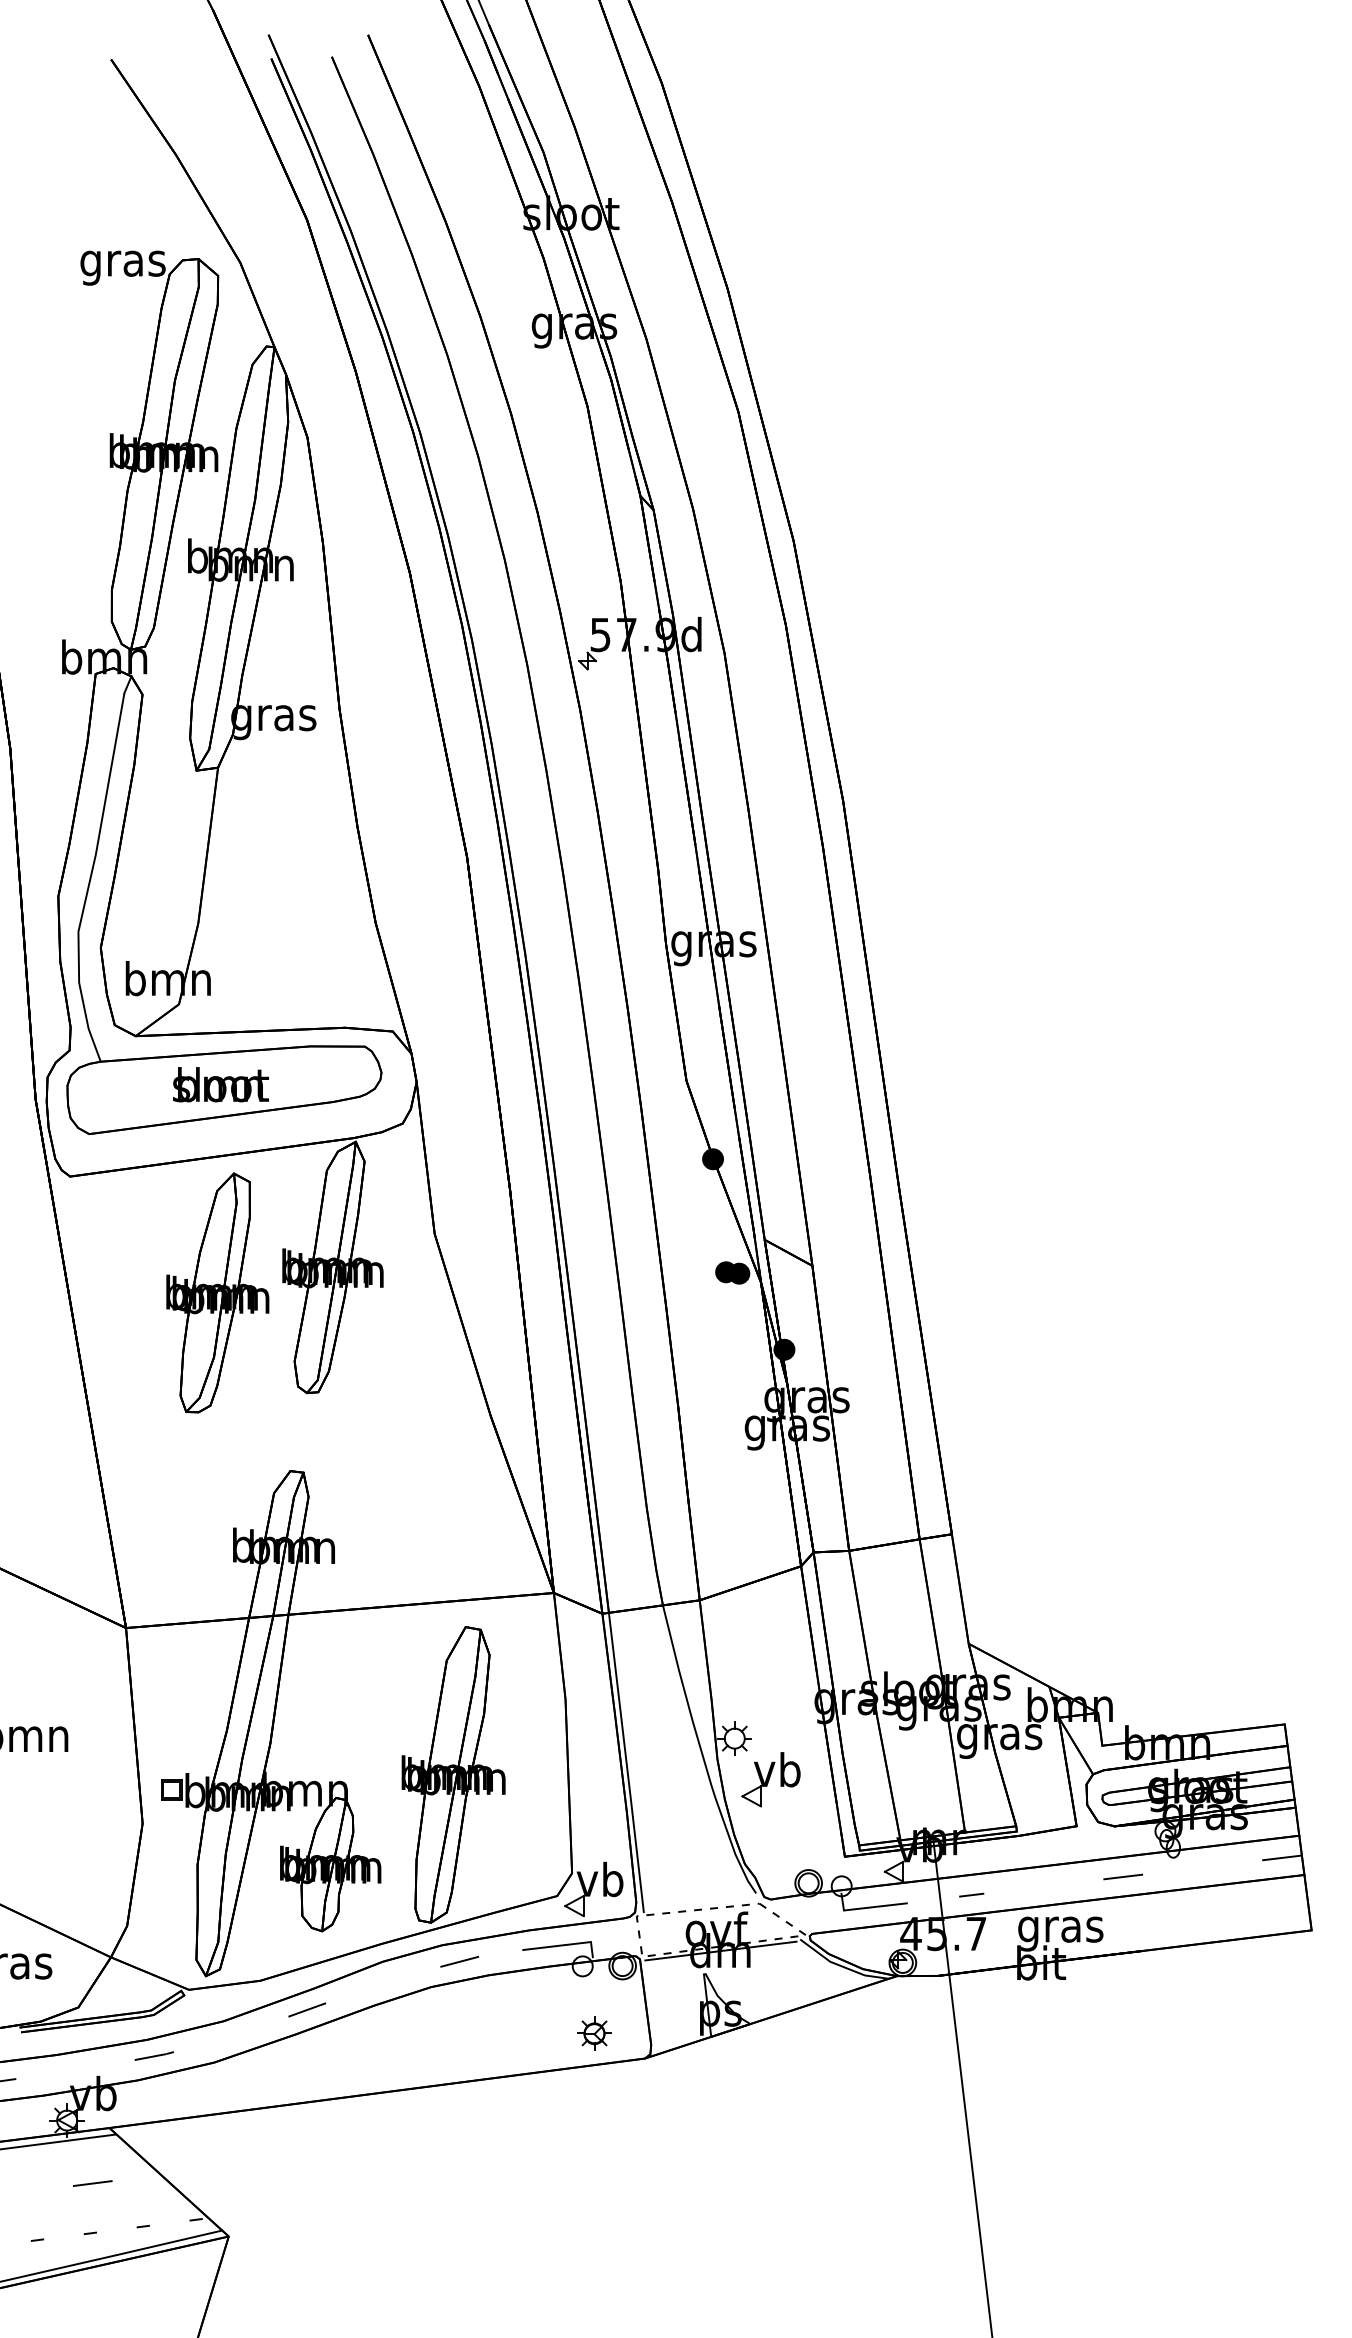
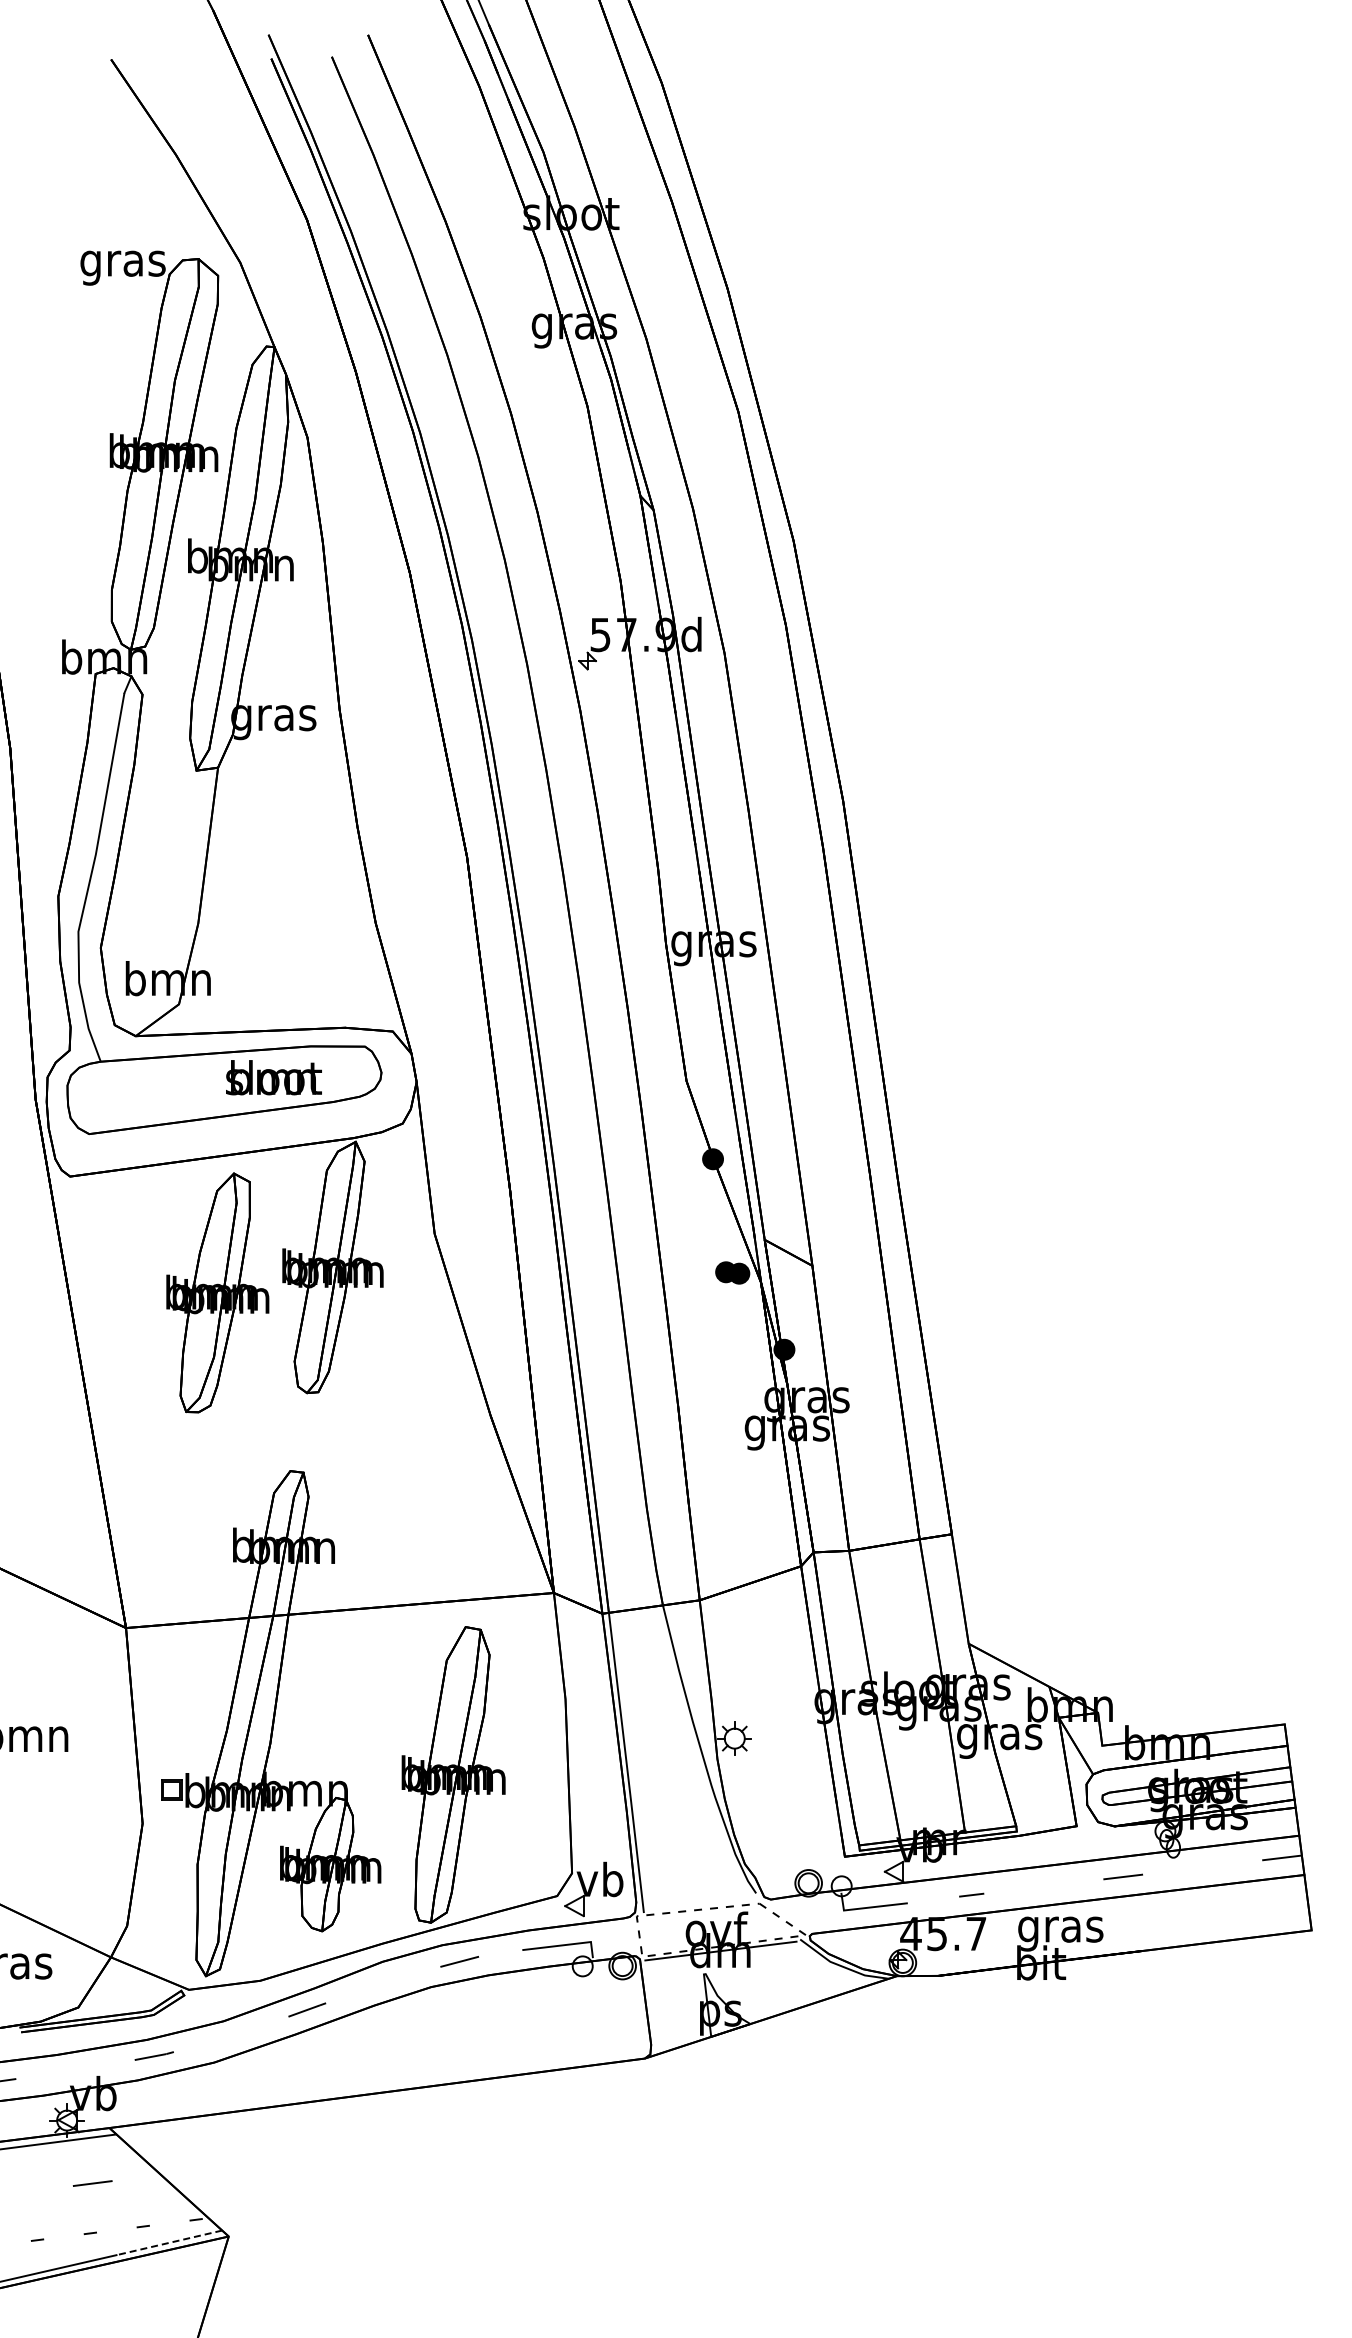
text at (220, 1084) position: (220, 1084) -> (273, 1077)
part at (770, 1779): present -> none
part at (594, 2033): present -> none
line at (962, 2086): present -> none
line at (169, 2242): solid -> dashed
